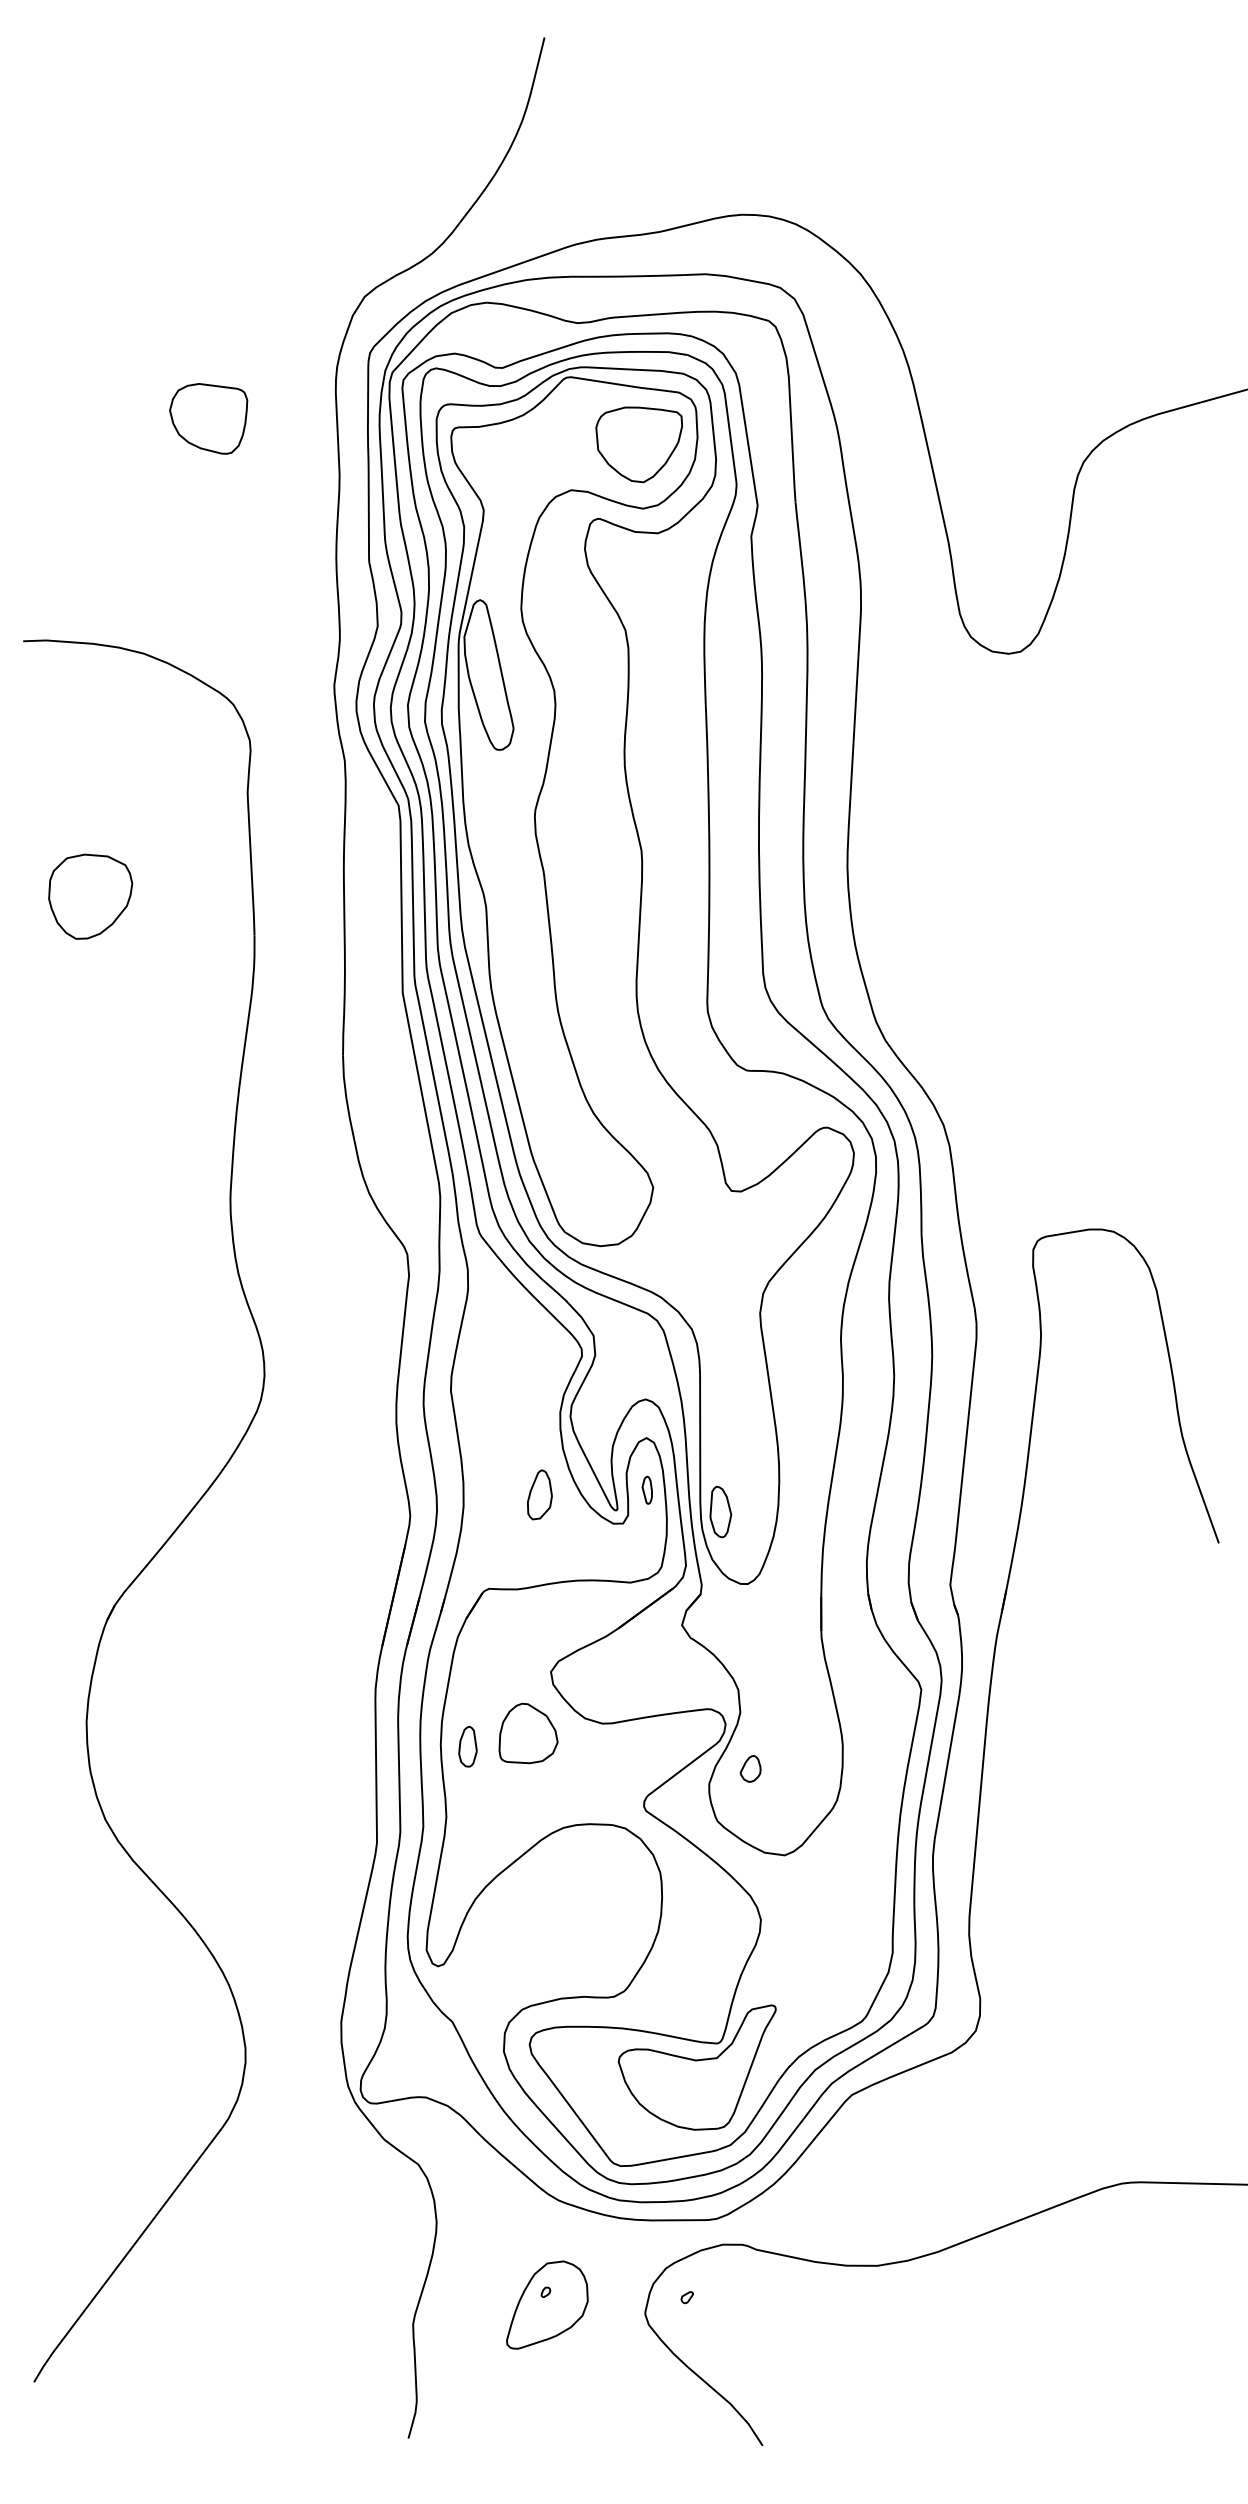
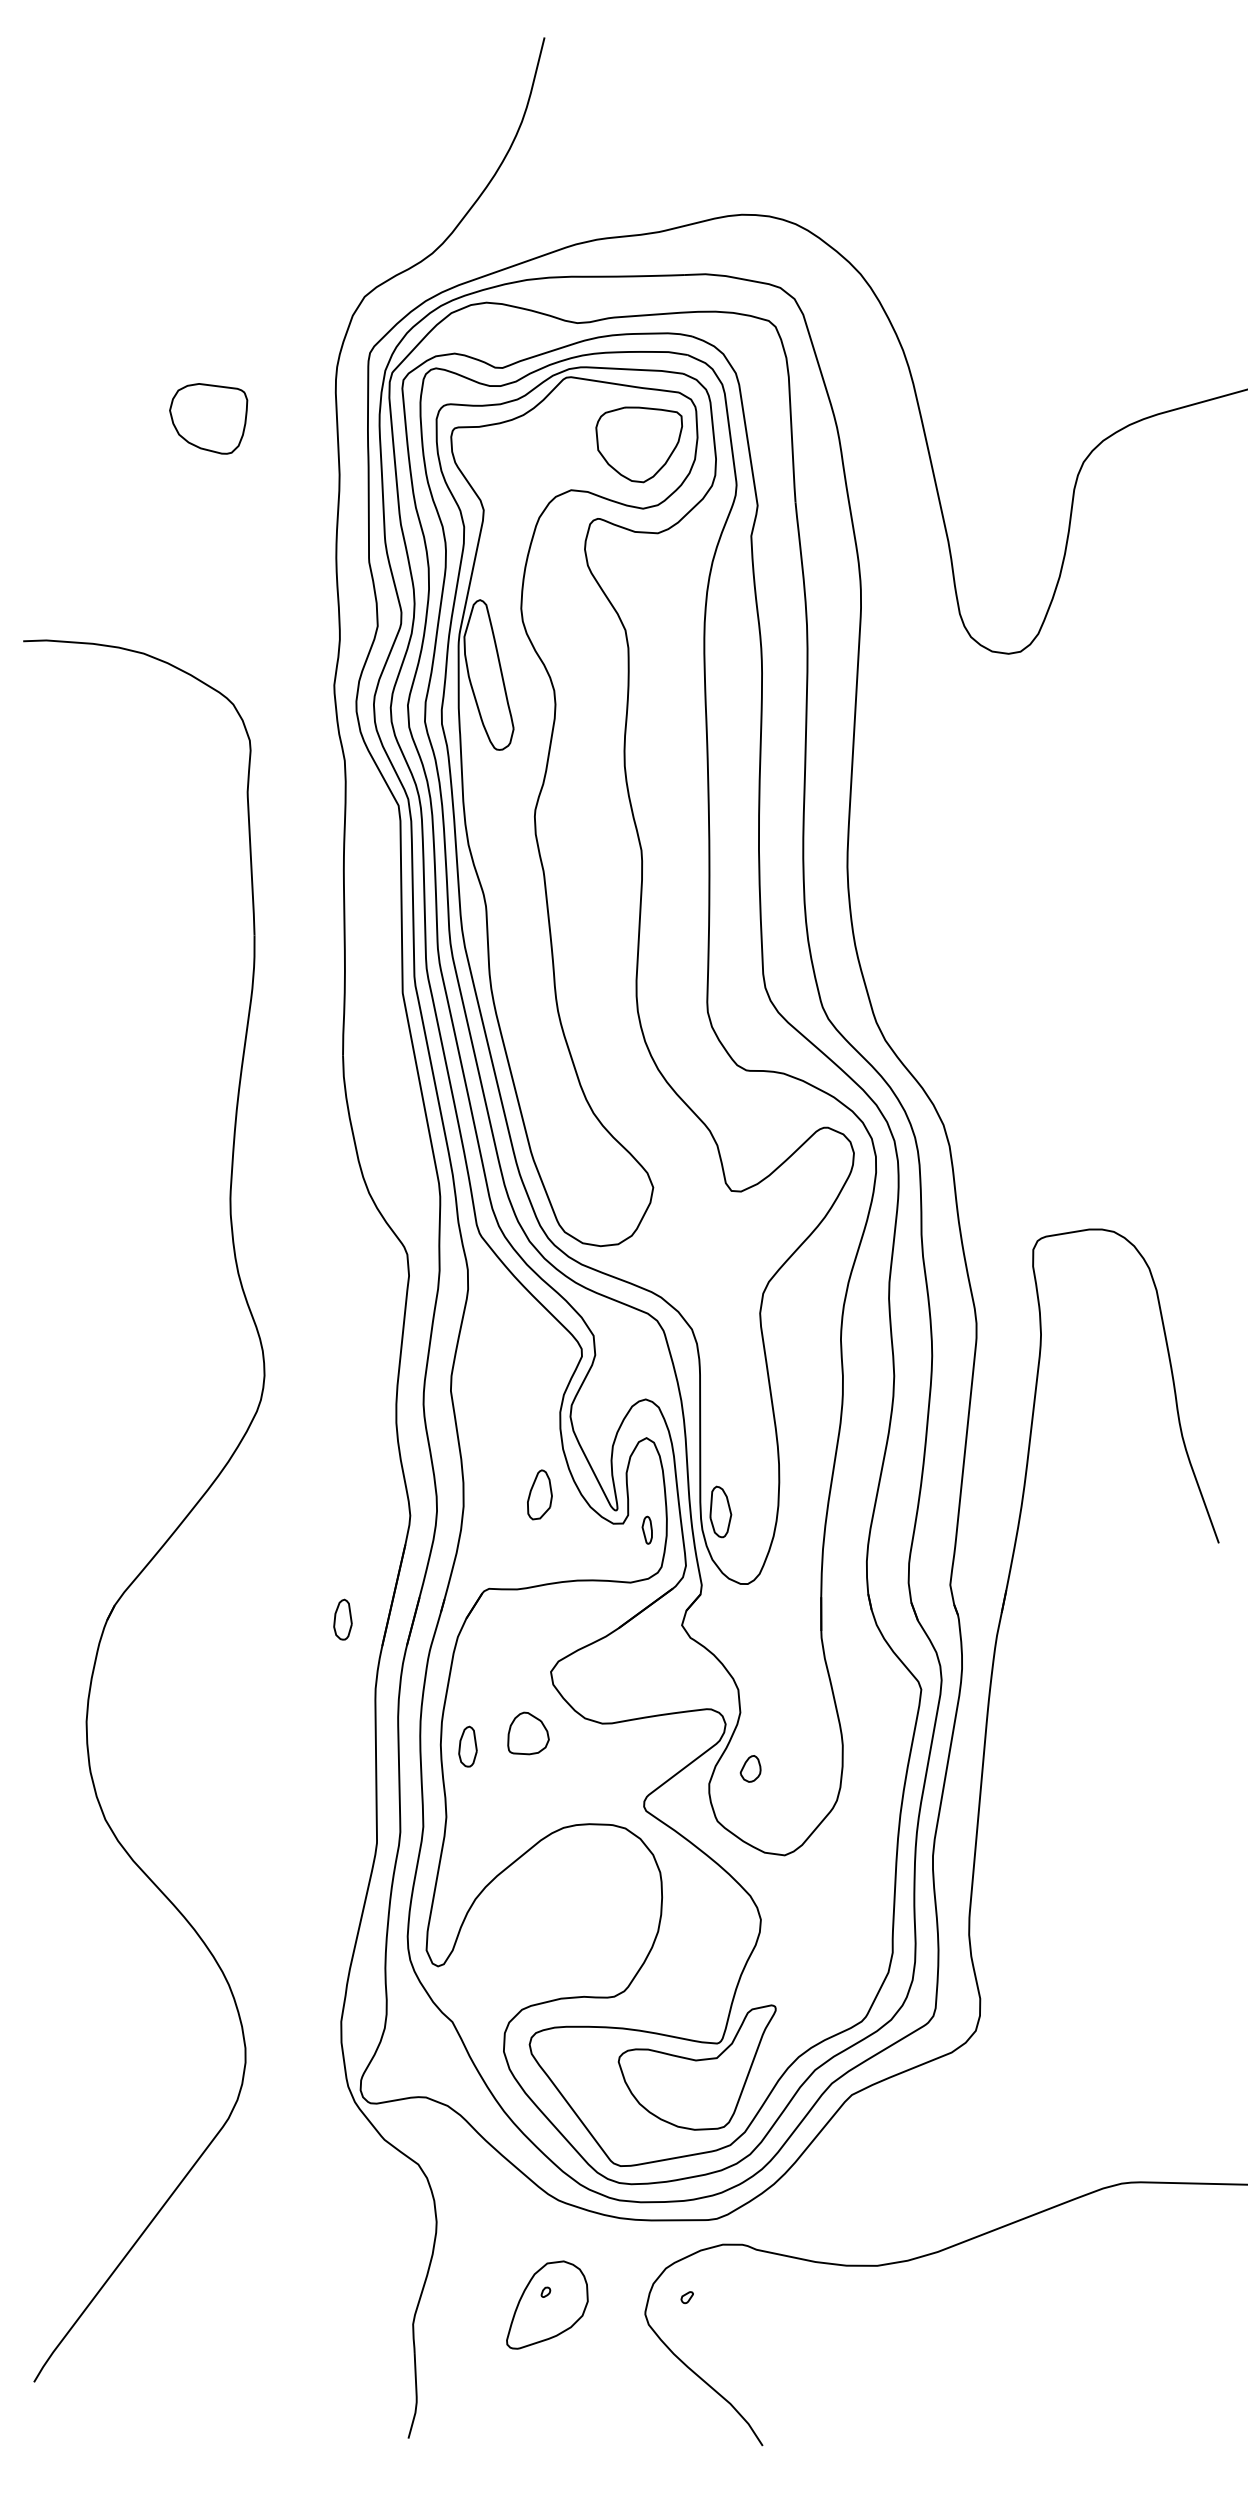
part at (90, 896): present -> none
part at (646, 1489) position: (646, 1489) -> (646, 1529)
part at (342, 1619): none -> present
part at (528, 1733) size: 61x63 px -> 43x45 px
